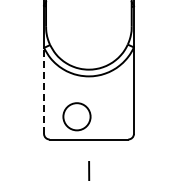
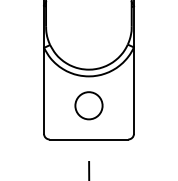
line at (44, 90): dashed -> solid
circle at (76, 116) position: (76, 116) -> (88, 105)
